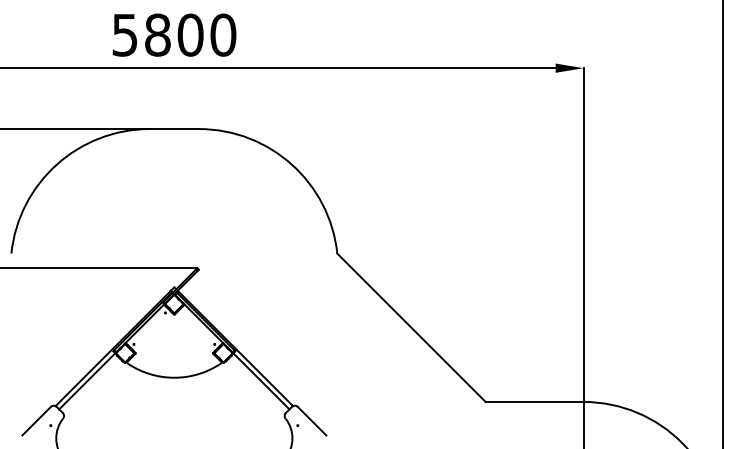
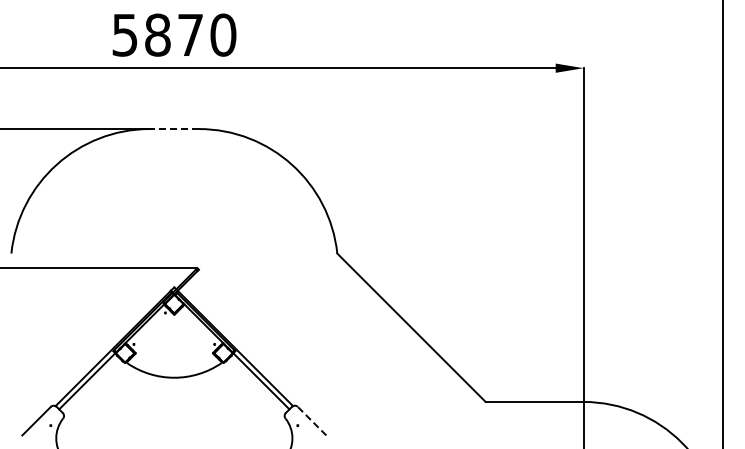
text at (190, 34): 5800 -> 5870
line at (174, 129): solid -> dashed
line at (311, 420): solid -> dashed
